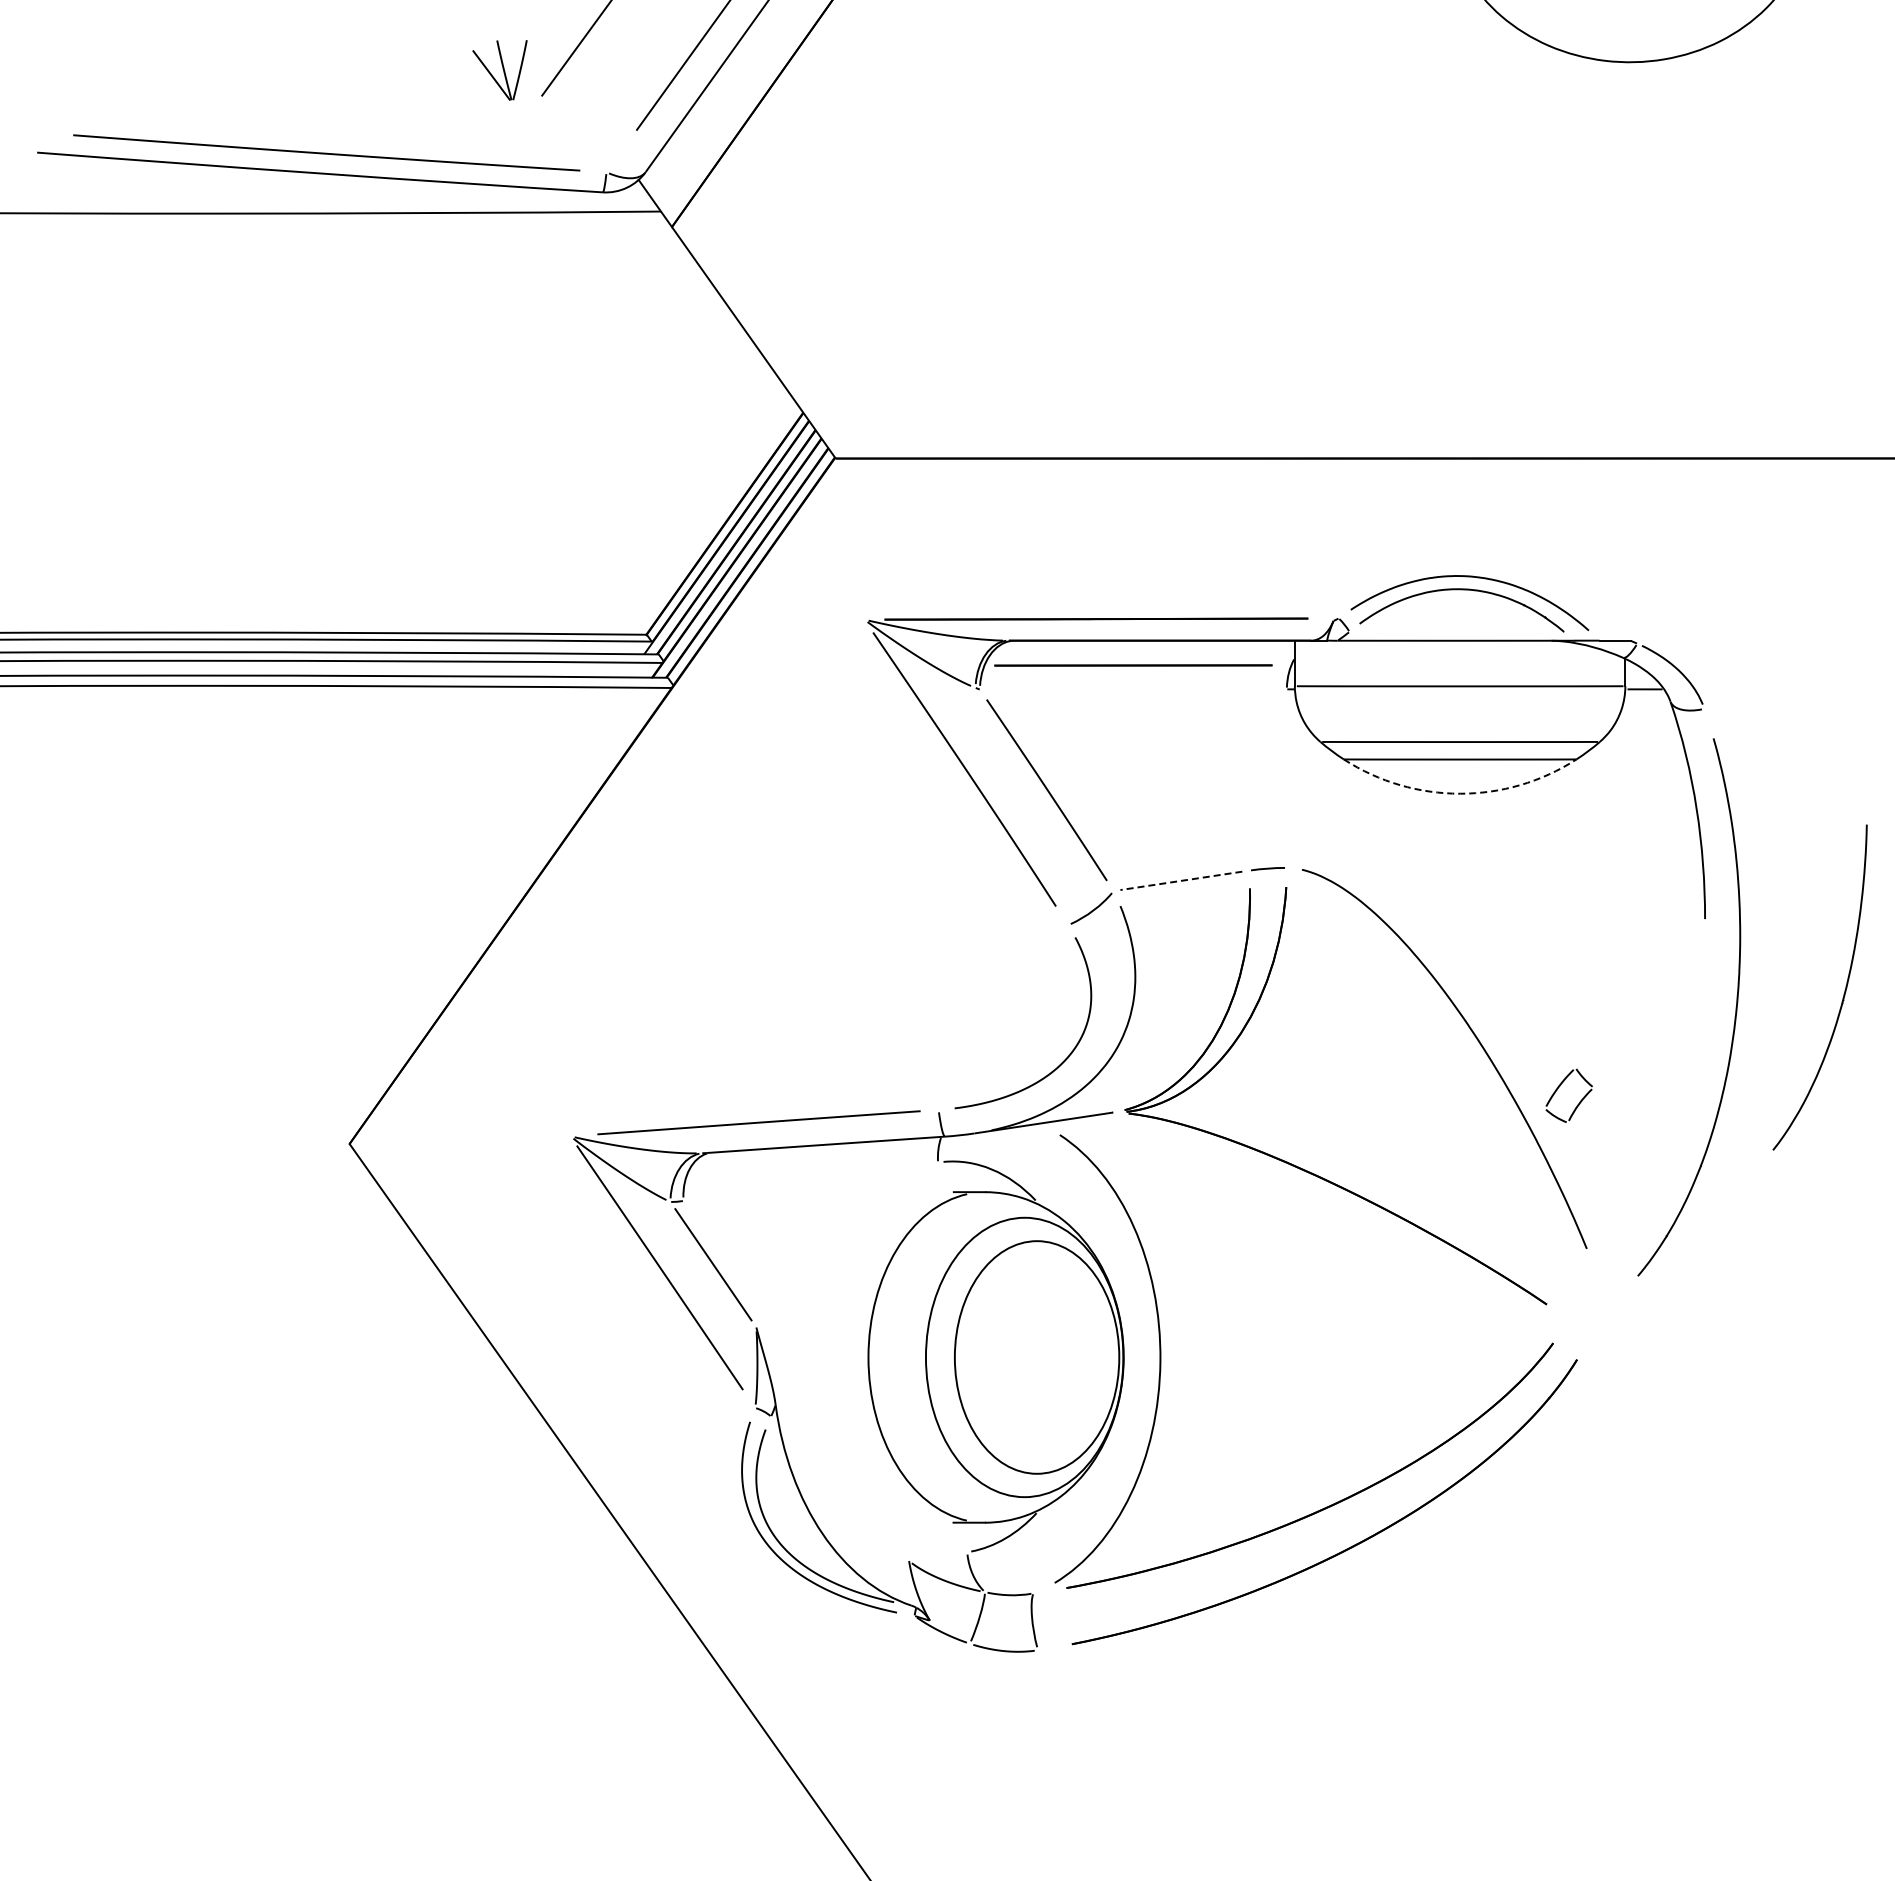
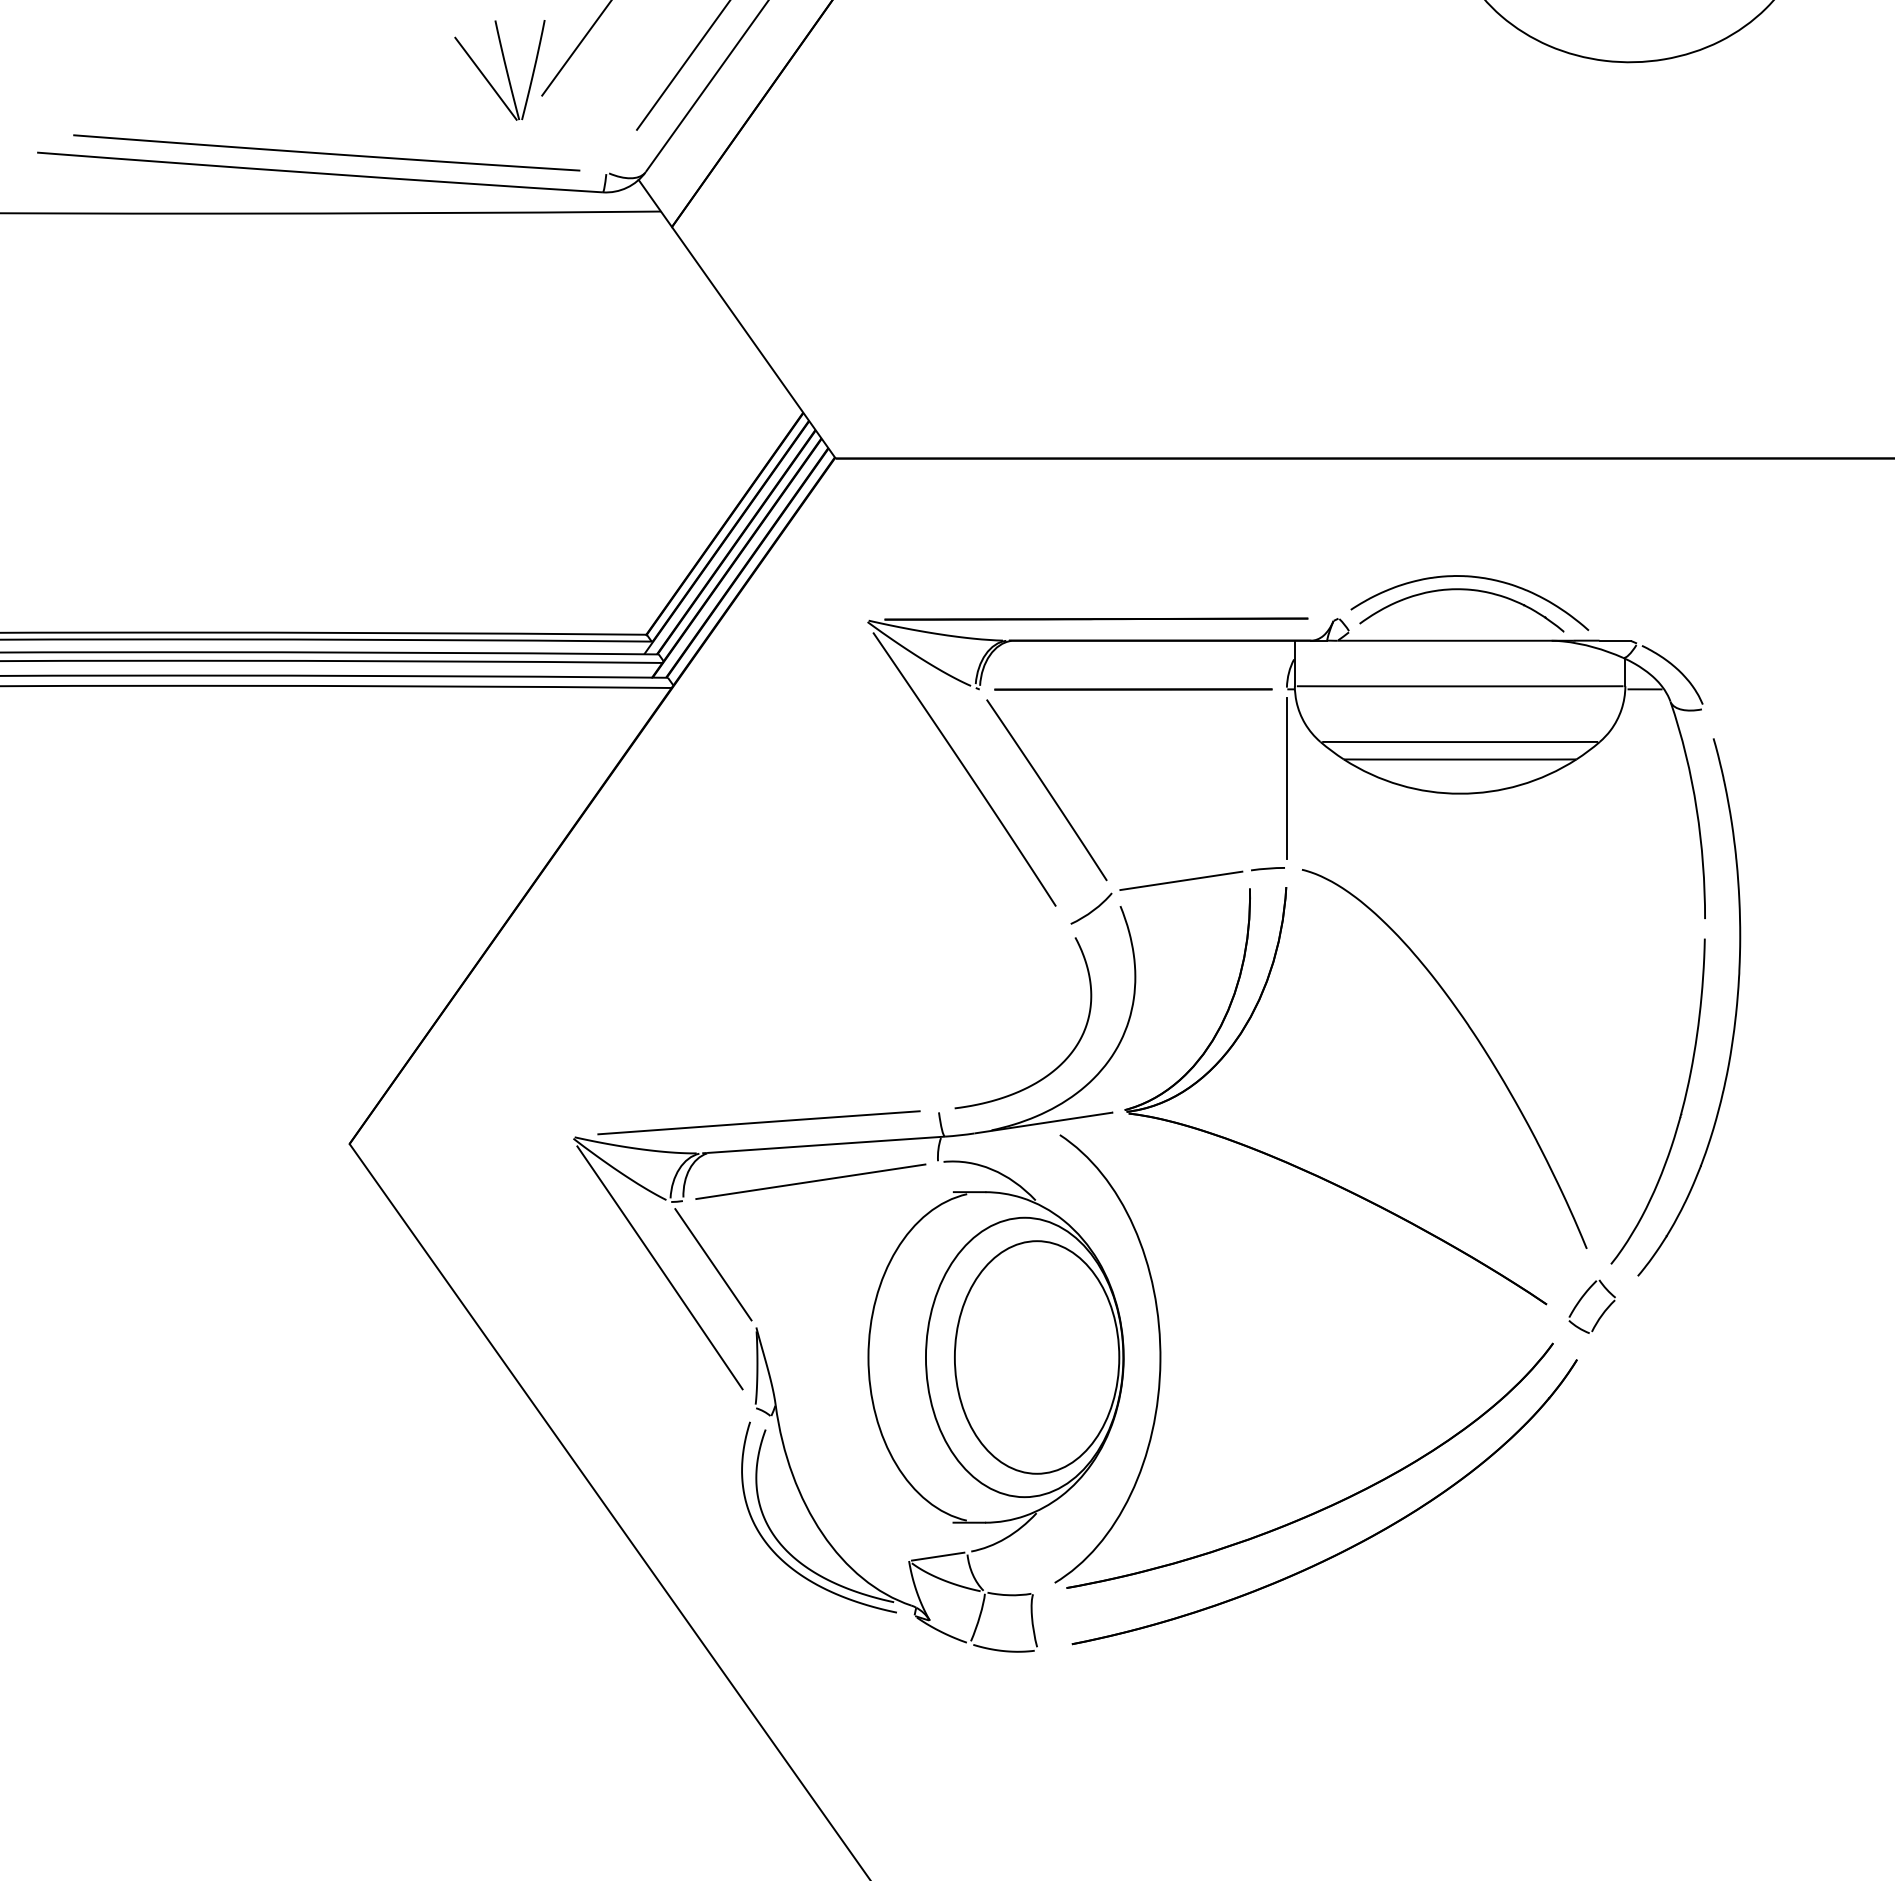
part at (499, 70) size: 56x61 px -> 92x101 px
line at (1133, 665) position: (1133, 665) -> (1133, 689)
line at (1286, 778): none -> present
arc at (1460, 793): dashed -> solid
line at (1181, 880): dashed -> solid
part at (1843, 994) position: (1843, 994) -> (1681, 1108)
part at (1560, 1086) position: (1560, 1086) -> (1583, 1297)
line at (810, 1181): none -> present
line at (937, 1556): none -> present
